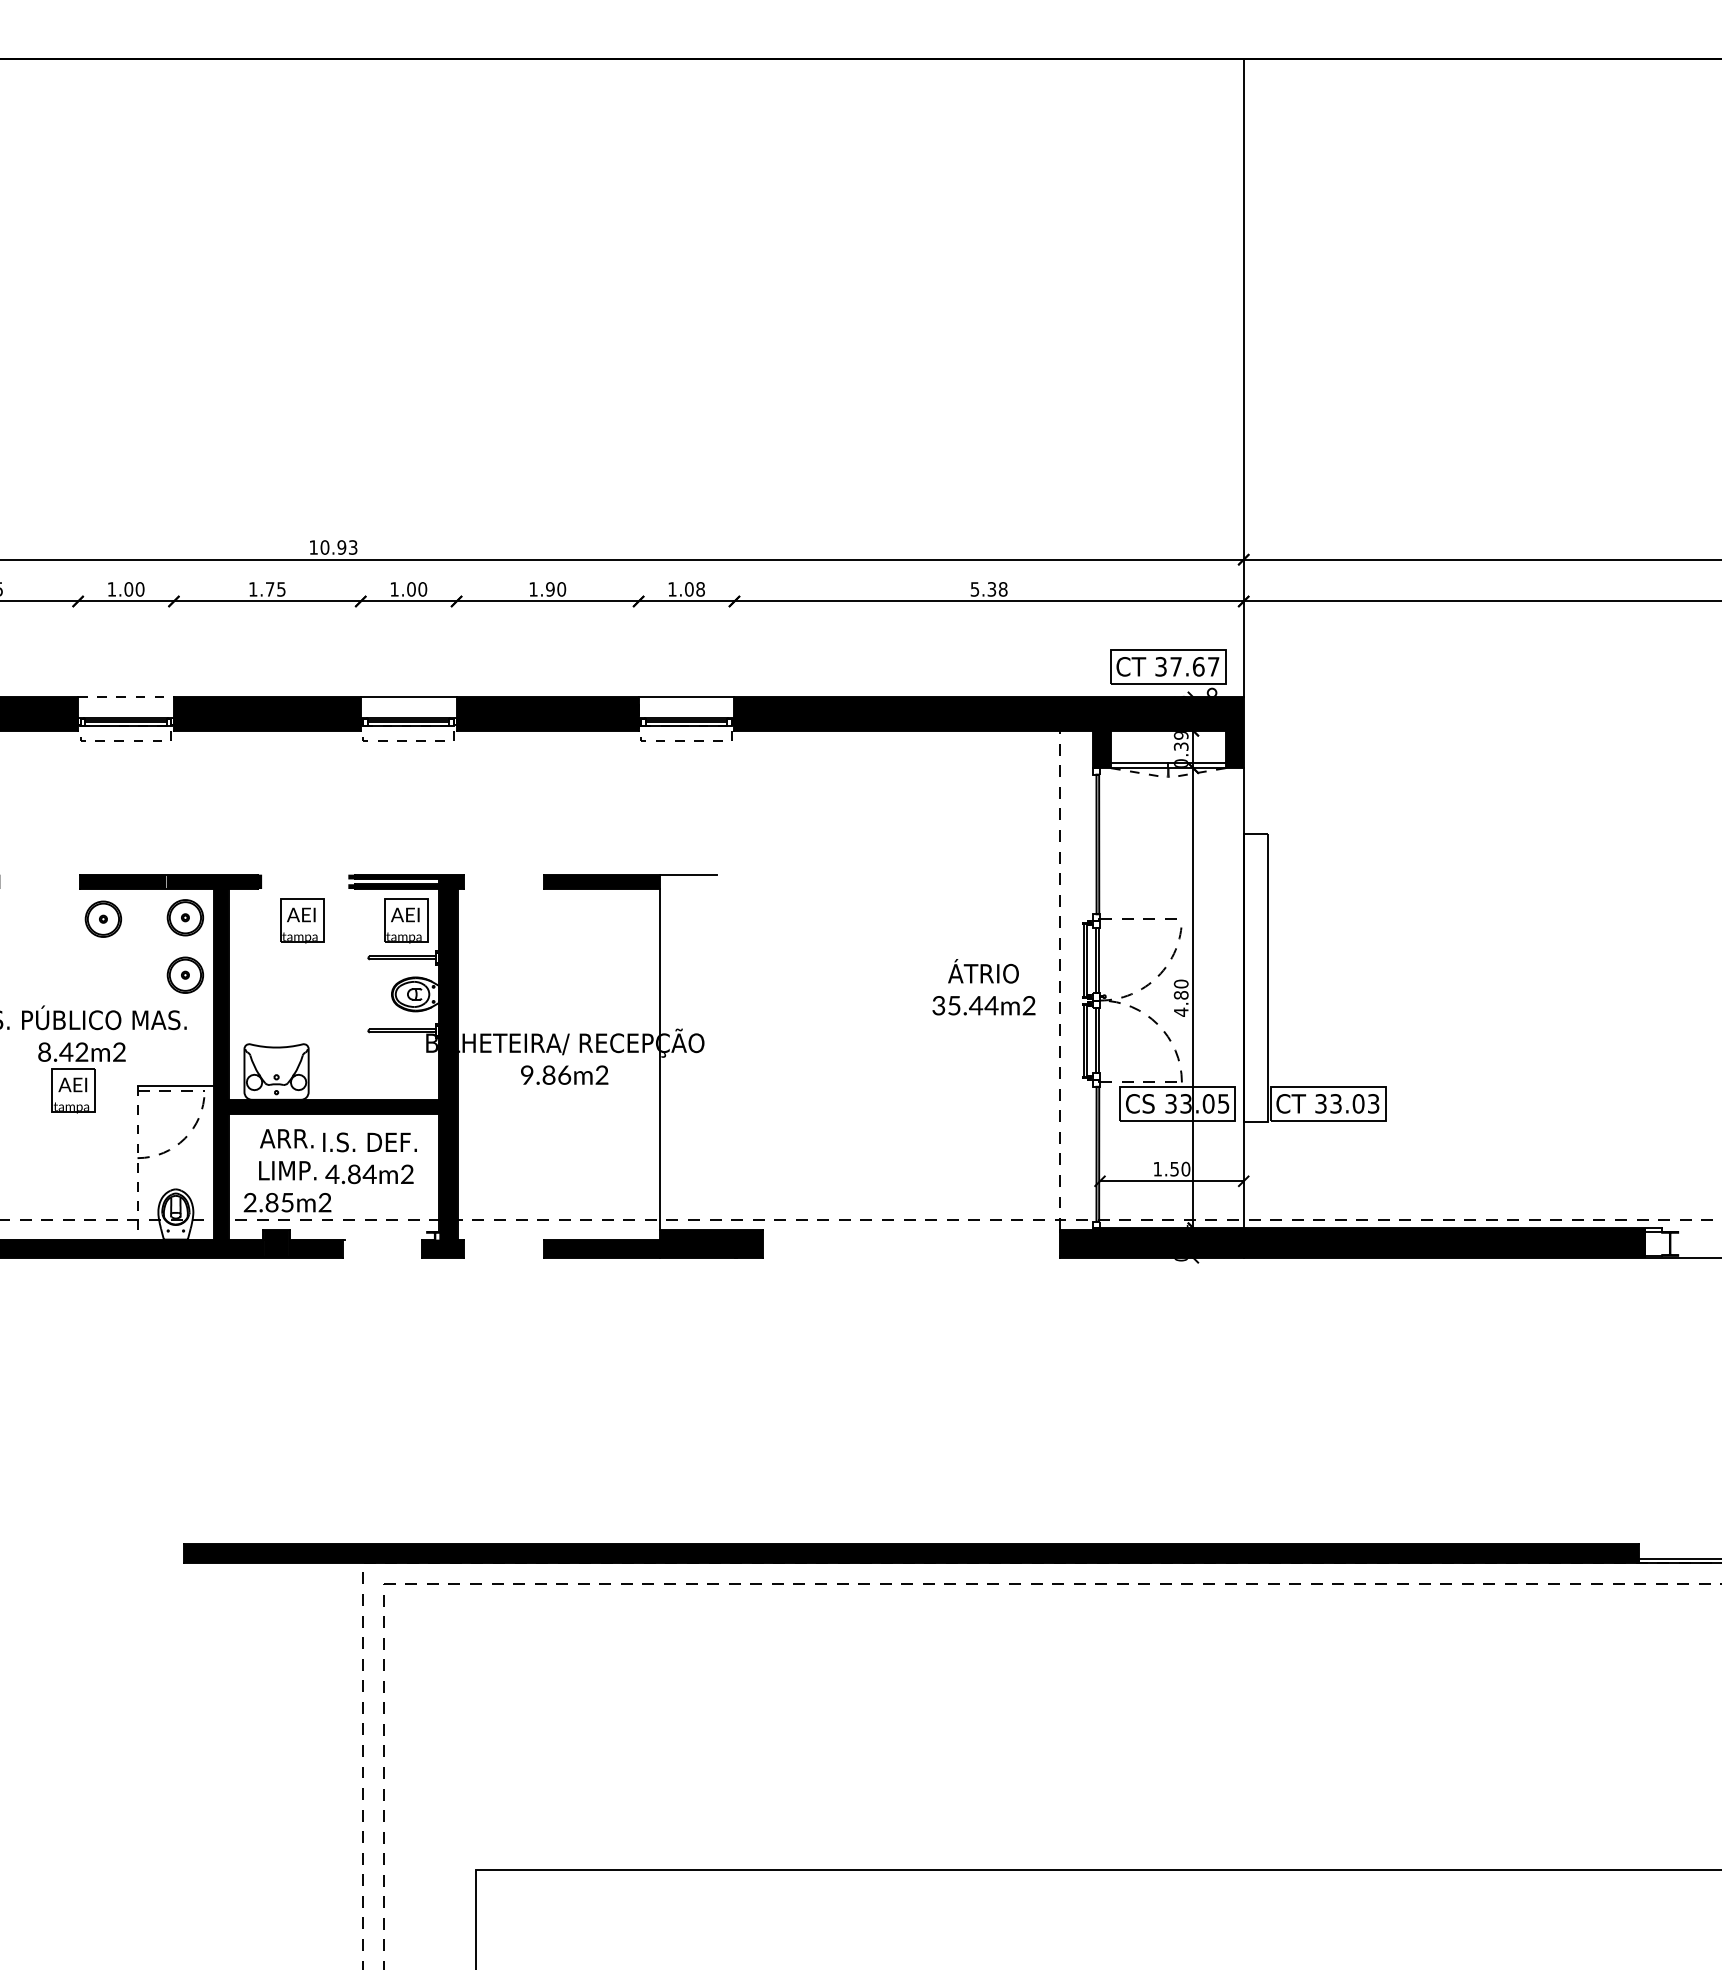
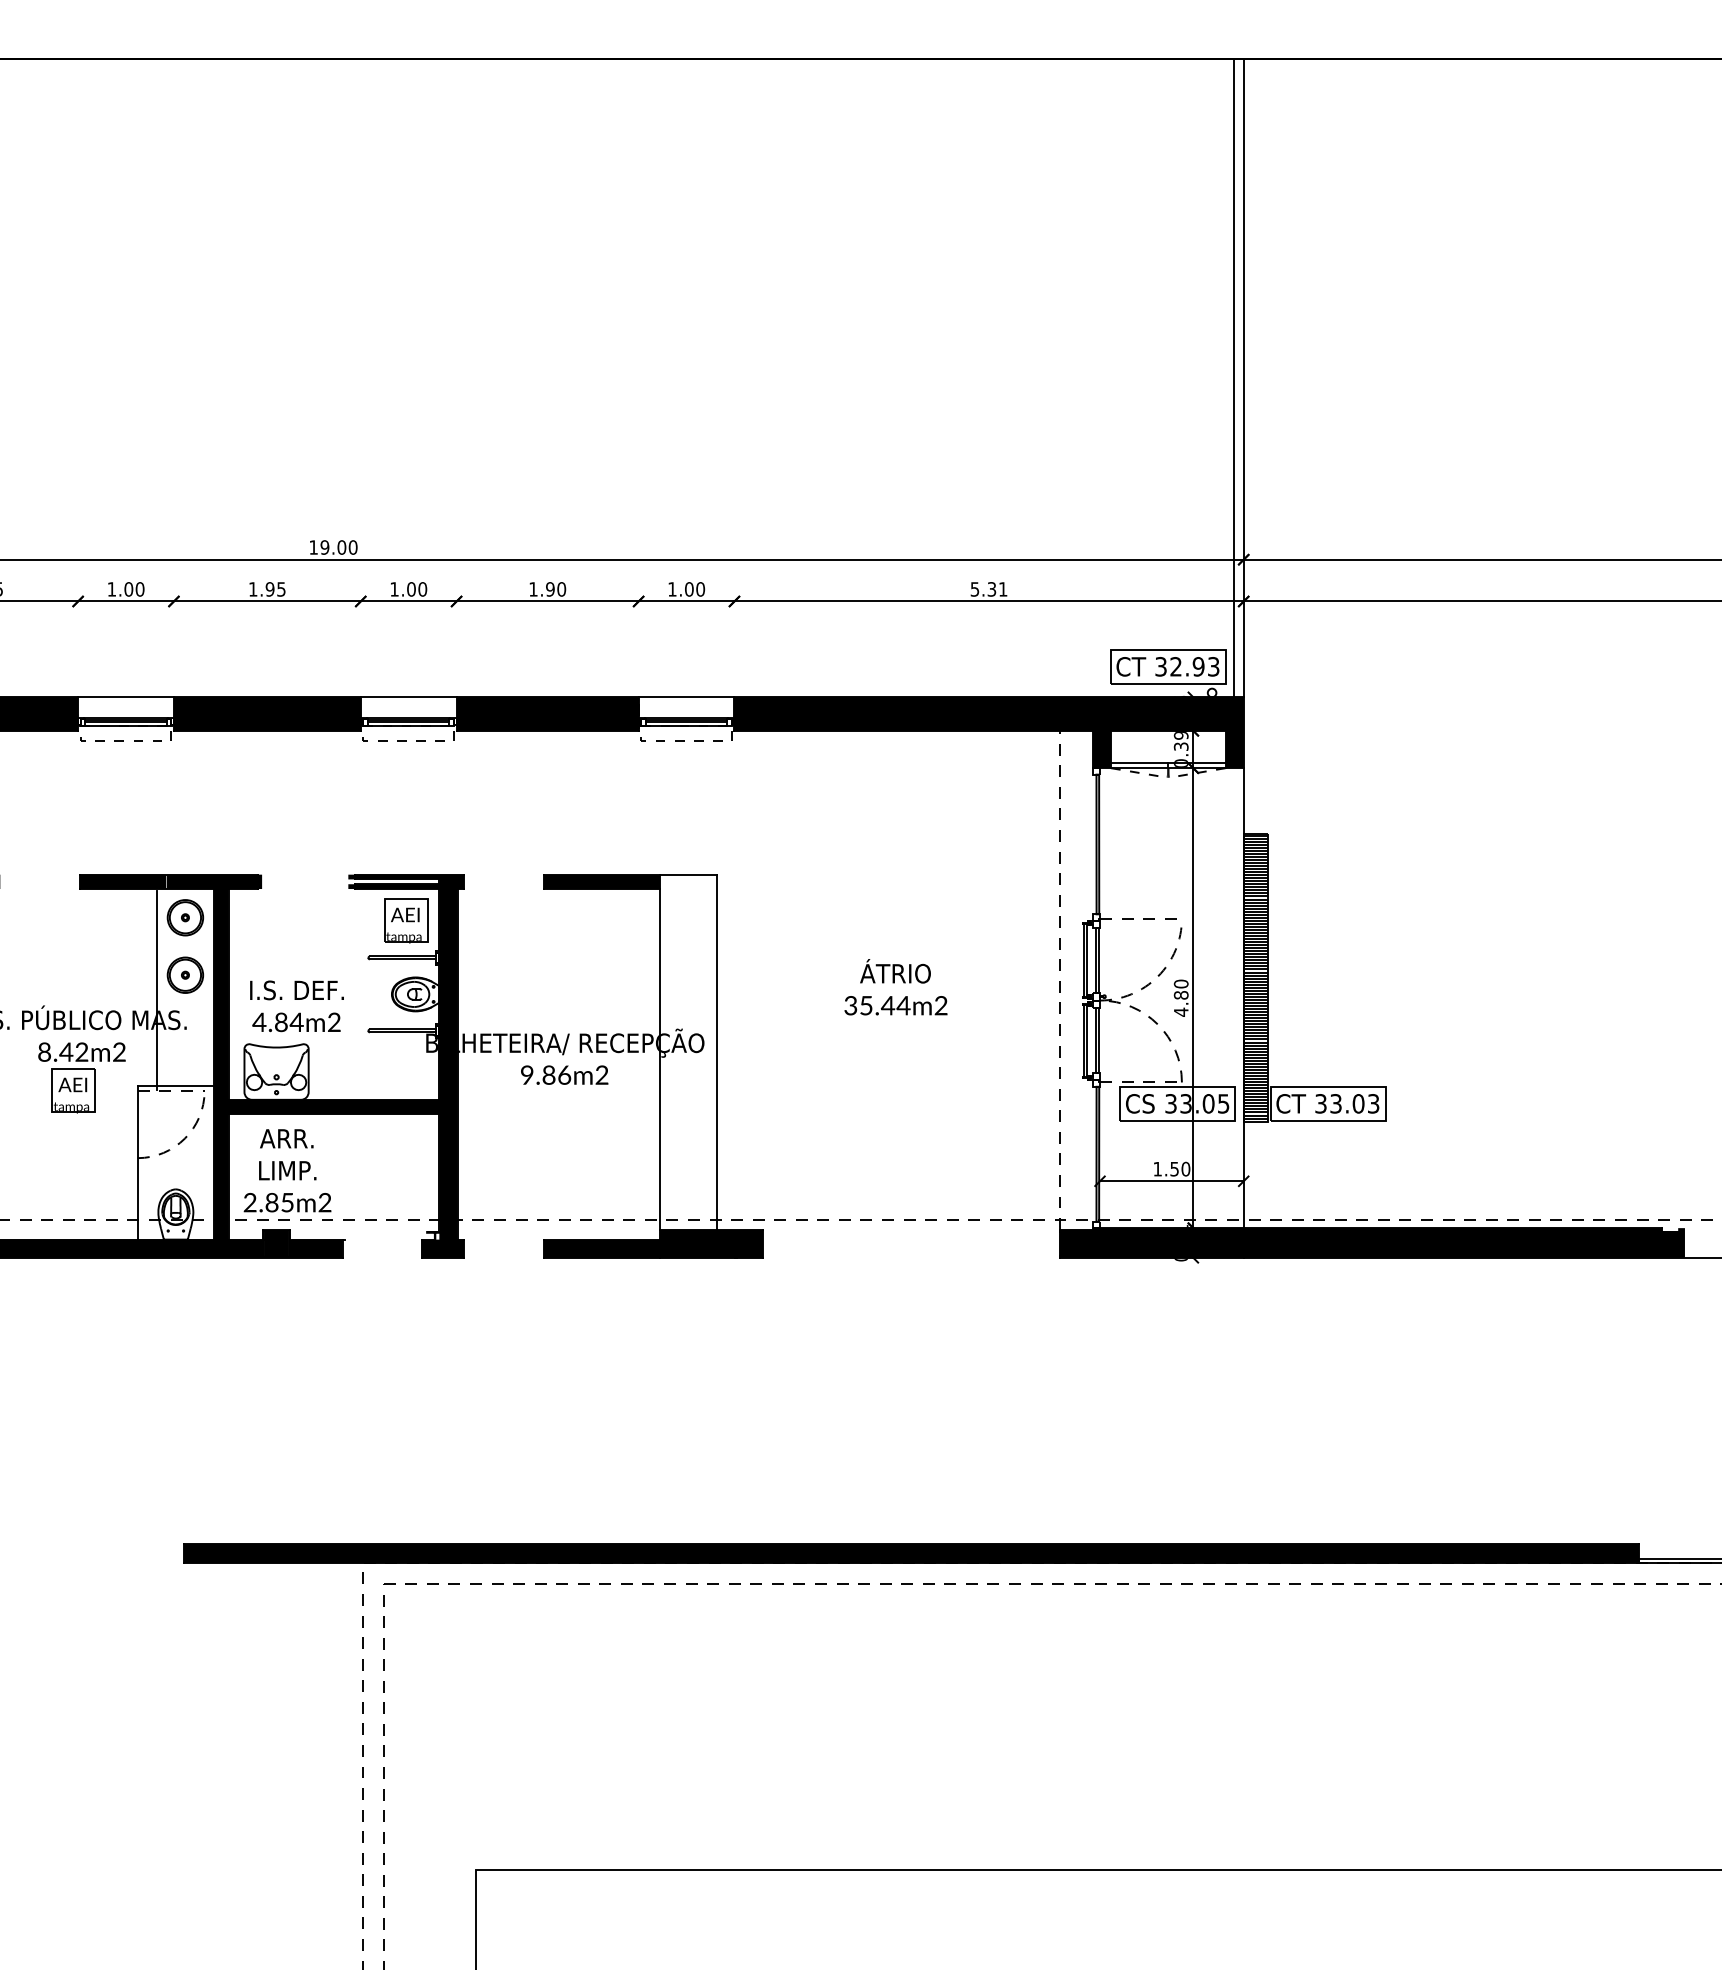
line at (1234, 378): none -> present
text at (338, 547): 10.93 -> 19.00
text at (269, 589): 1.75 -> 1.95
text at (700, 589): 1.08 -> 1.00
text at (1002, 589): 5.38 -> 5.31
text at (1194, 666): 37.67 -> 32.93
line at (126, 697): dashed -> solid
part at (103, 918): present -> none
part at (302, 920): present -> none
hatch at (1255, 976): none -> present
text at (983, 987) position: (983, 987) -> (895, 987)
line at (156, 990): none -> present
line at (717, 1052): none -> present
text at (369, 1158) position: (369, 1158) -> (296, 1006)
line at (137, 1162): dashed -> solid
fill at (1664, 1242): none -> present
